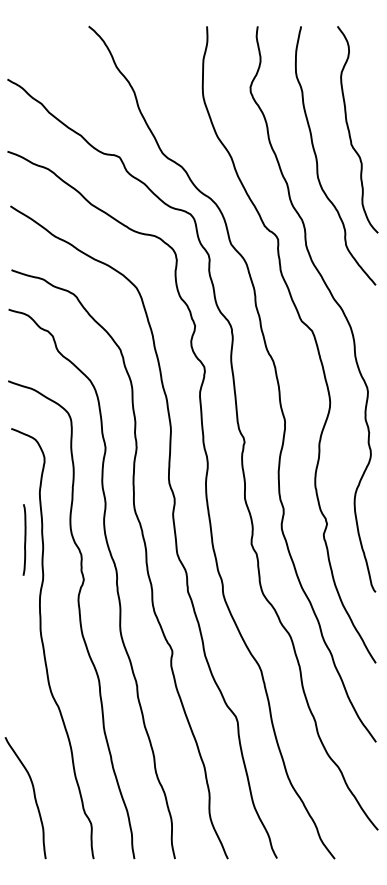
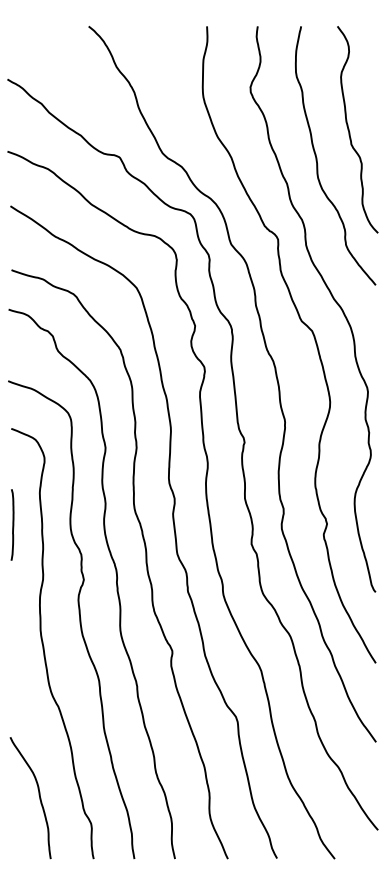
curve at (24, 539) position: (24, 539) -> (12, 524)
curve at (33, 795) position: (33, 795) -> (38, 795)
